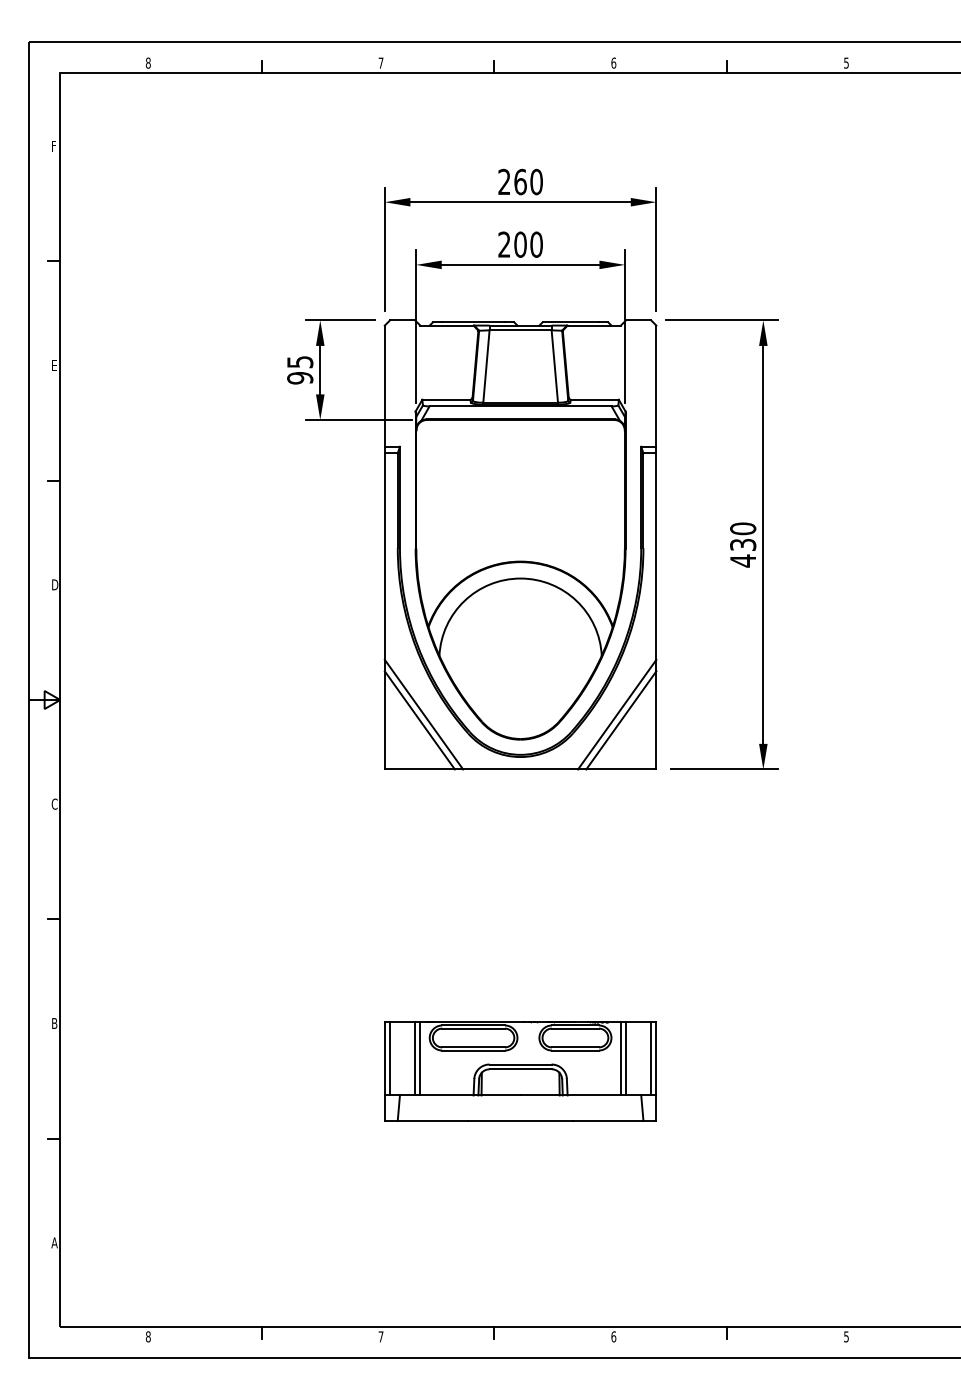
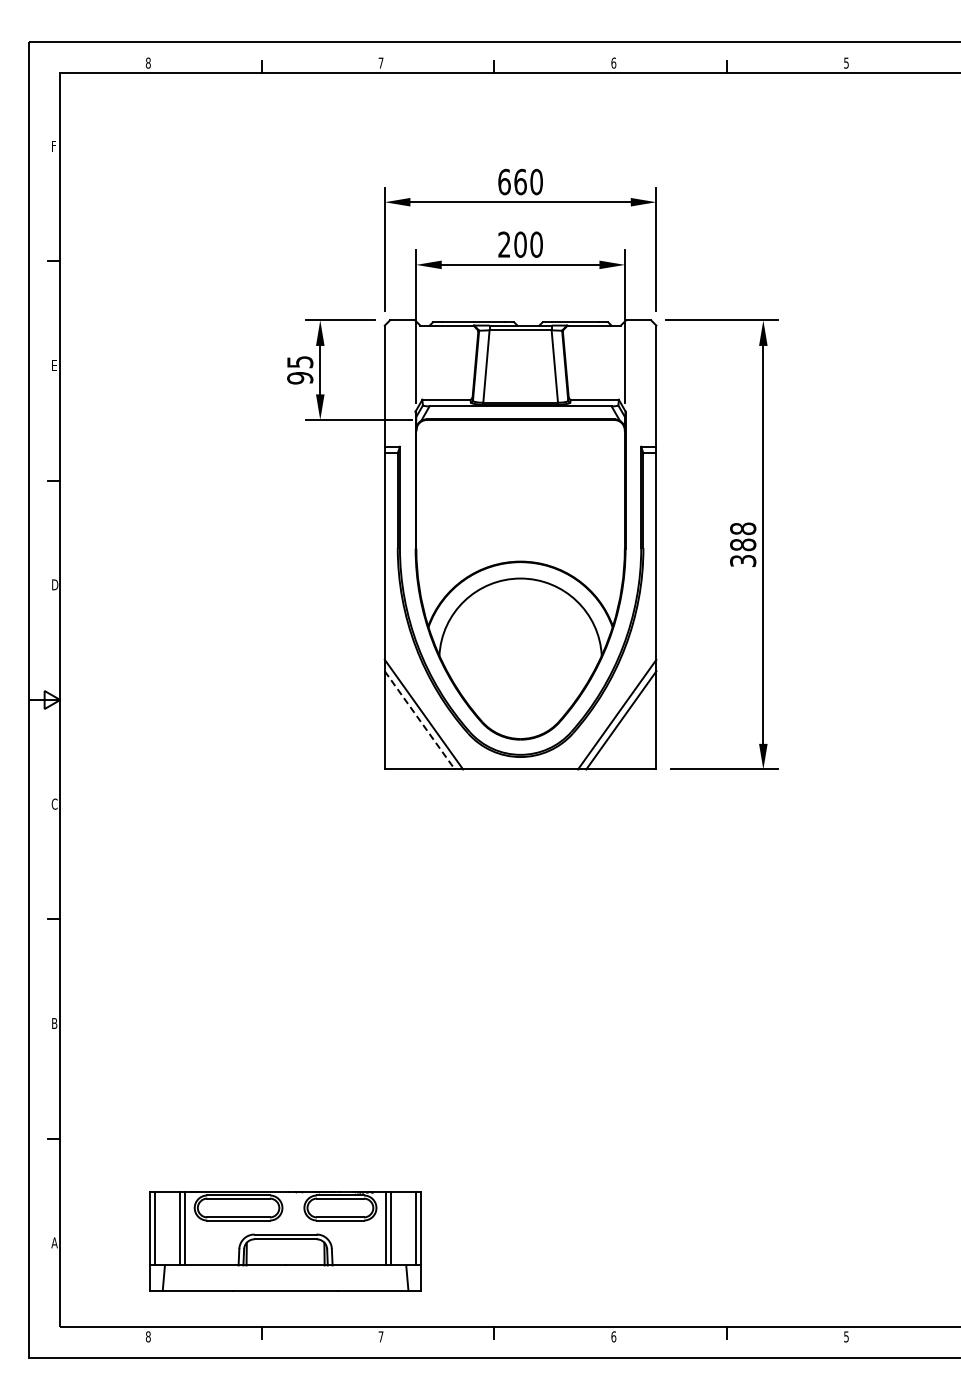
text at (504, 181): 260 -> 660
text at (743, 544): 430 -> 388
line at (420, 720): solid -> dashed
part at (520, 1071) position: (520, 1071) -> (285, 1241)
